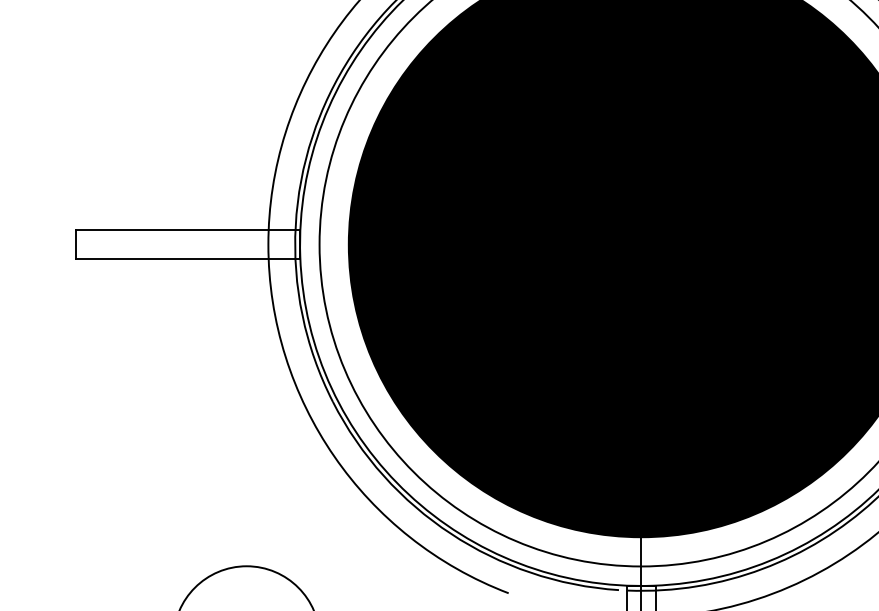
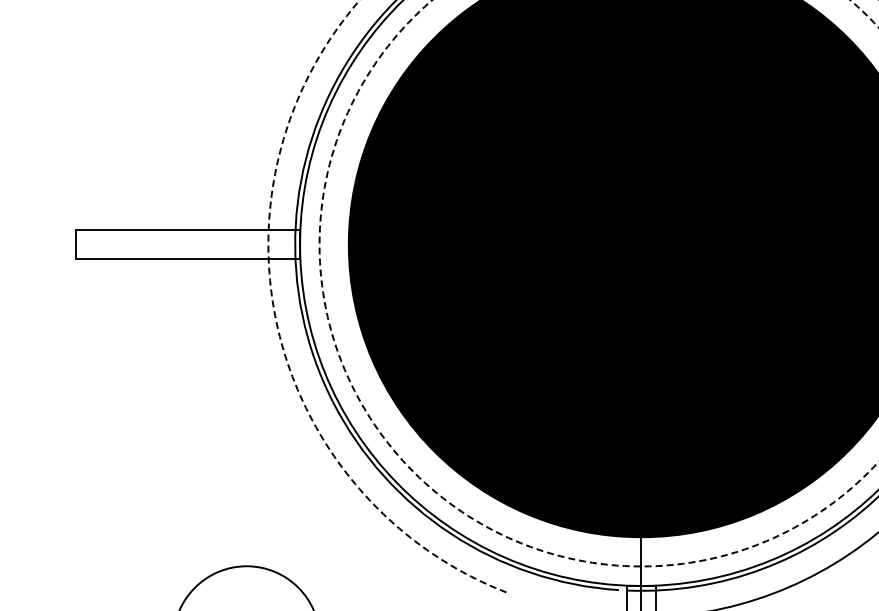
circle at (598, 283): solid -> dashed
arc at (279, 334): solid -> dashed
